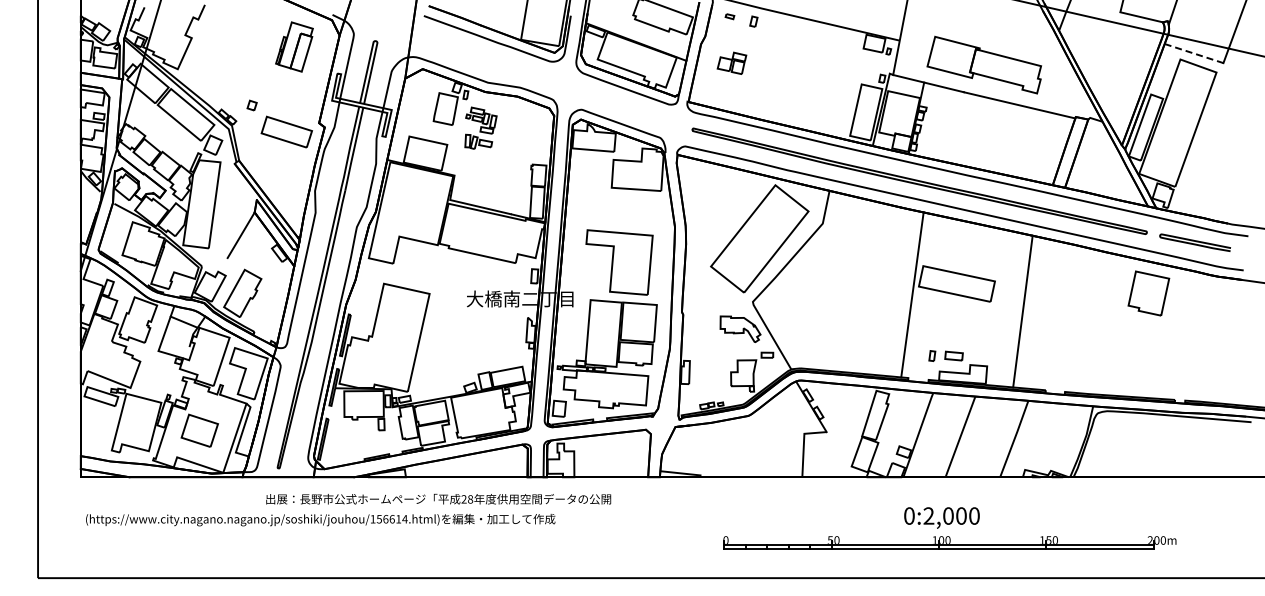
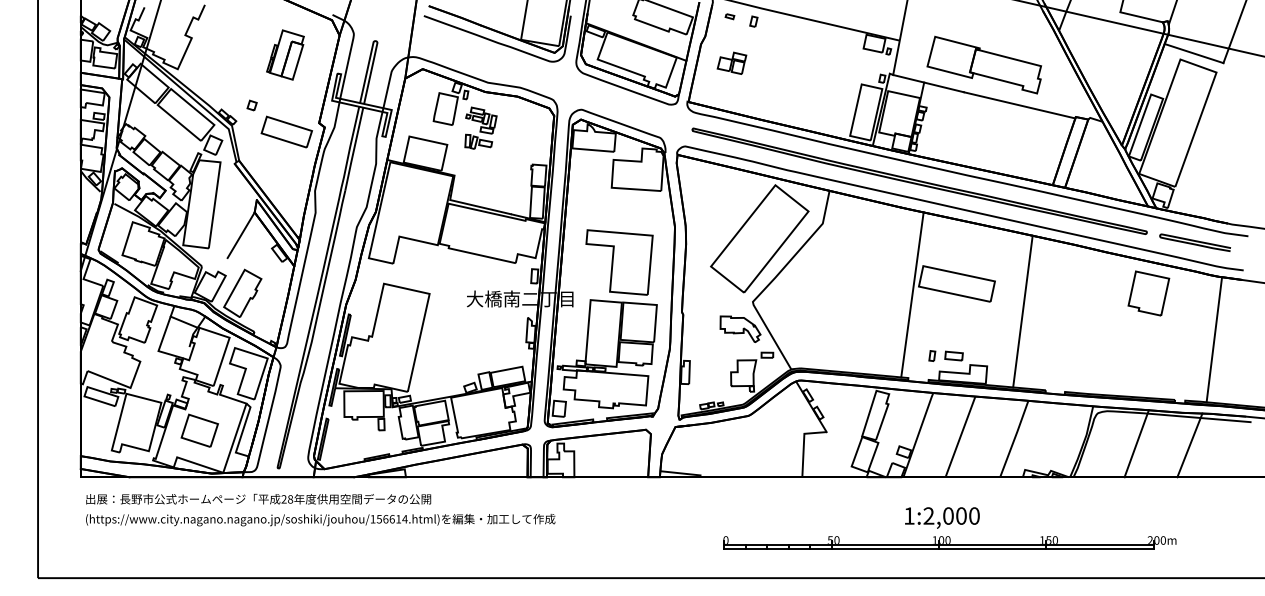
part at (294, 46) position: (294, 46) -> (285, 54)
line at (1194, 53): dashed -> solid
line at (1214, 339): none -> present
line at (1136, 443): none -> present
line at (1189, 445): none -> present
text at (438, 498) position: (438, 498) -> (258, 498)
text at (909, 515): 0:2,000 -> 1:2,000
